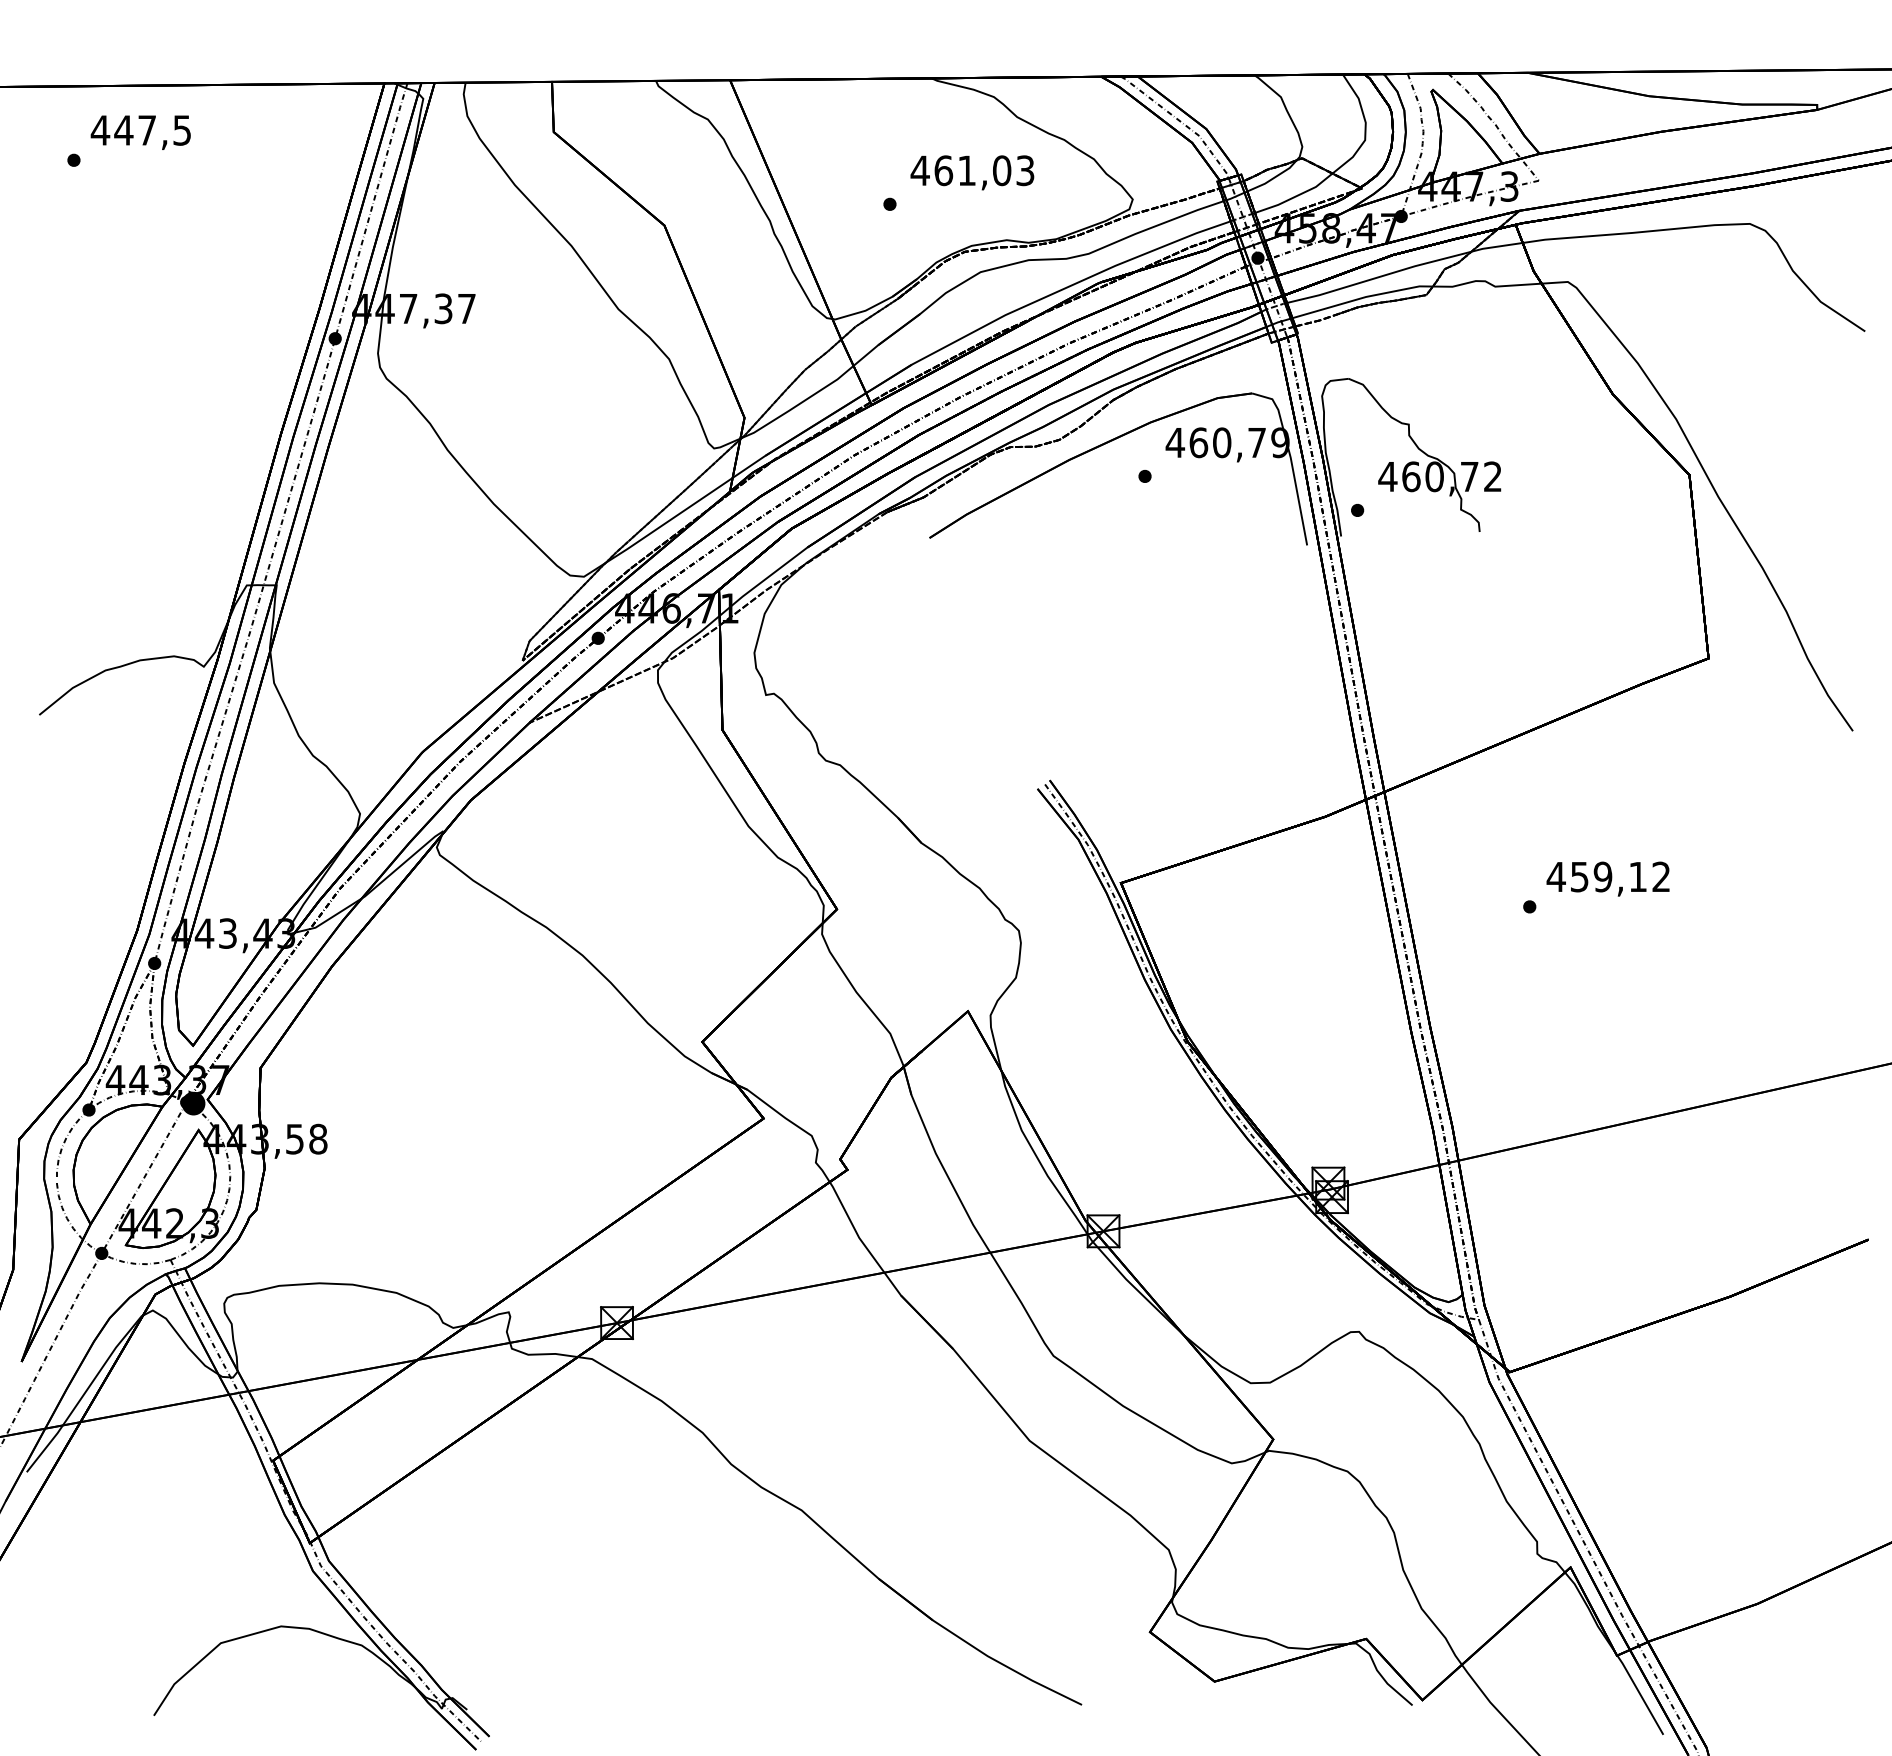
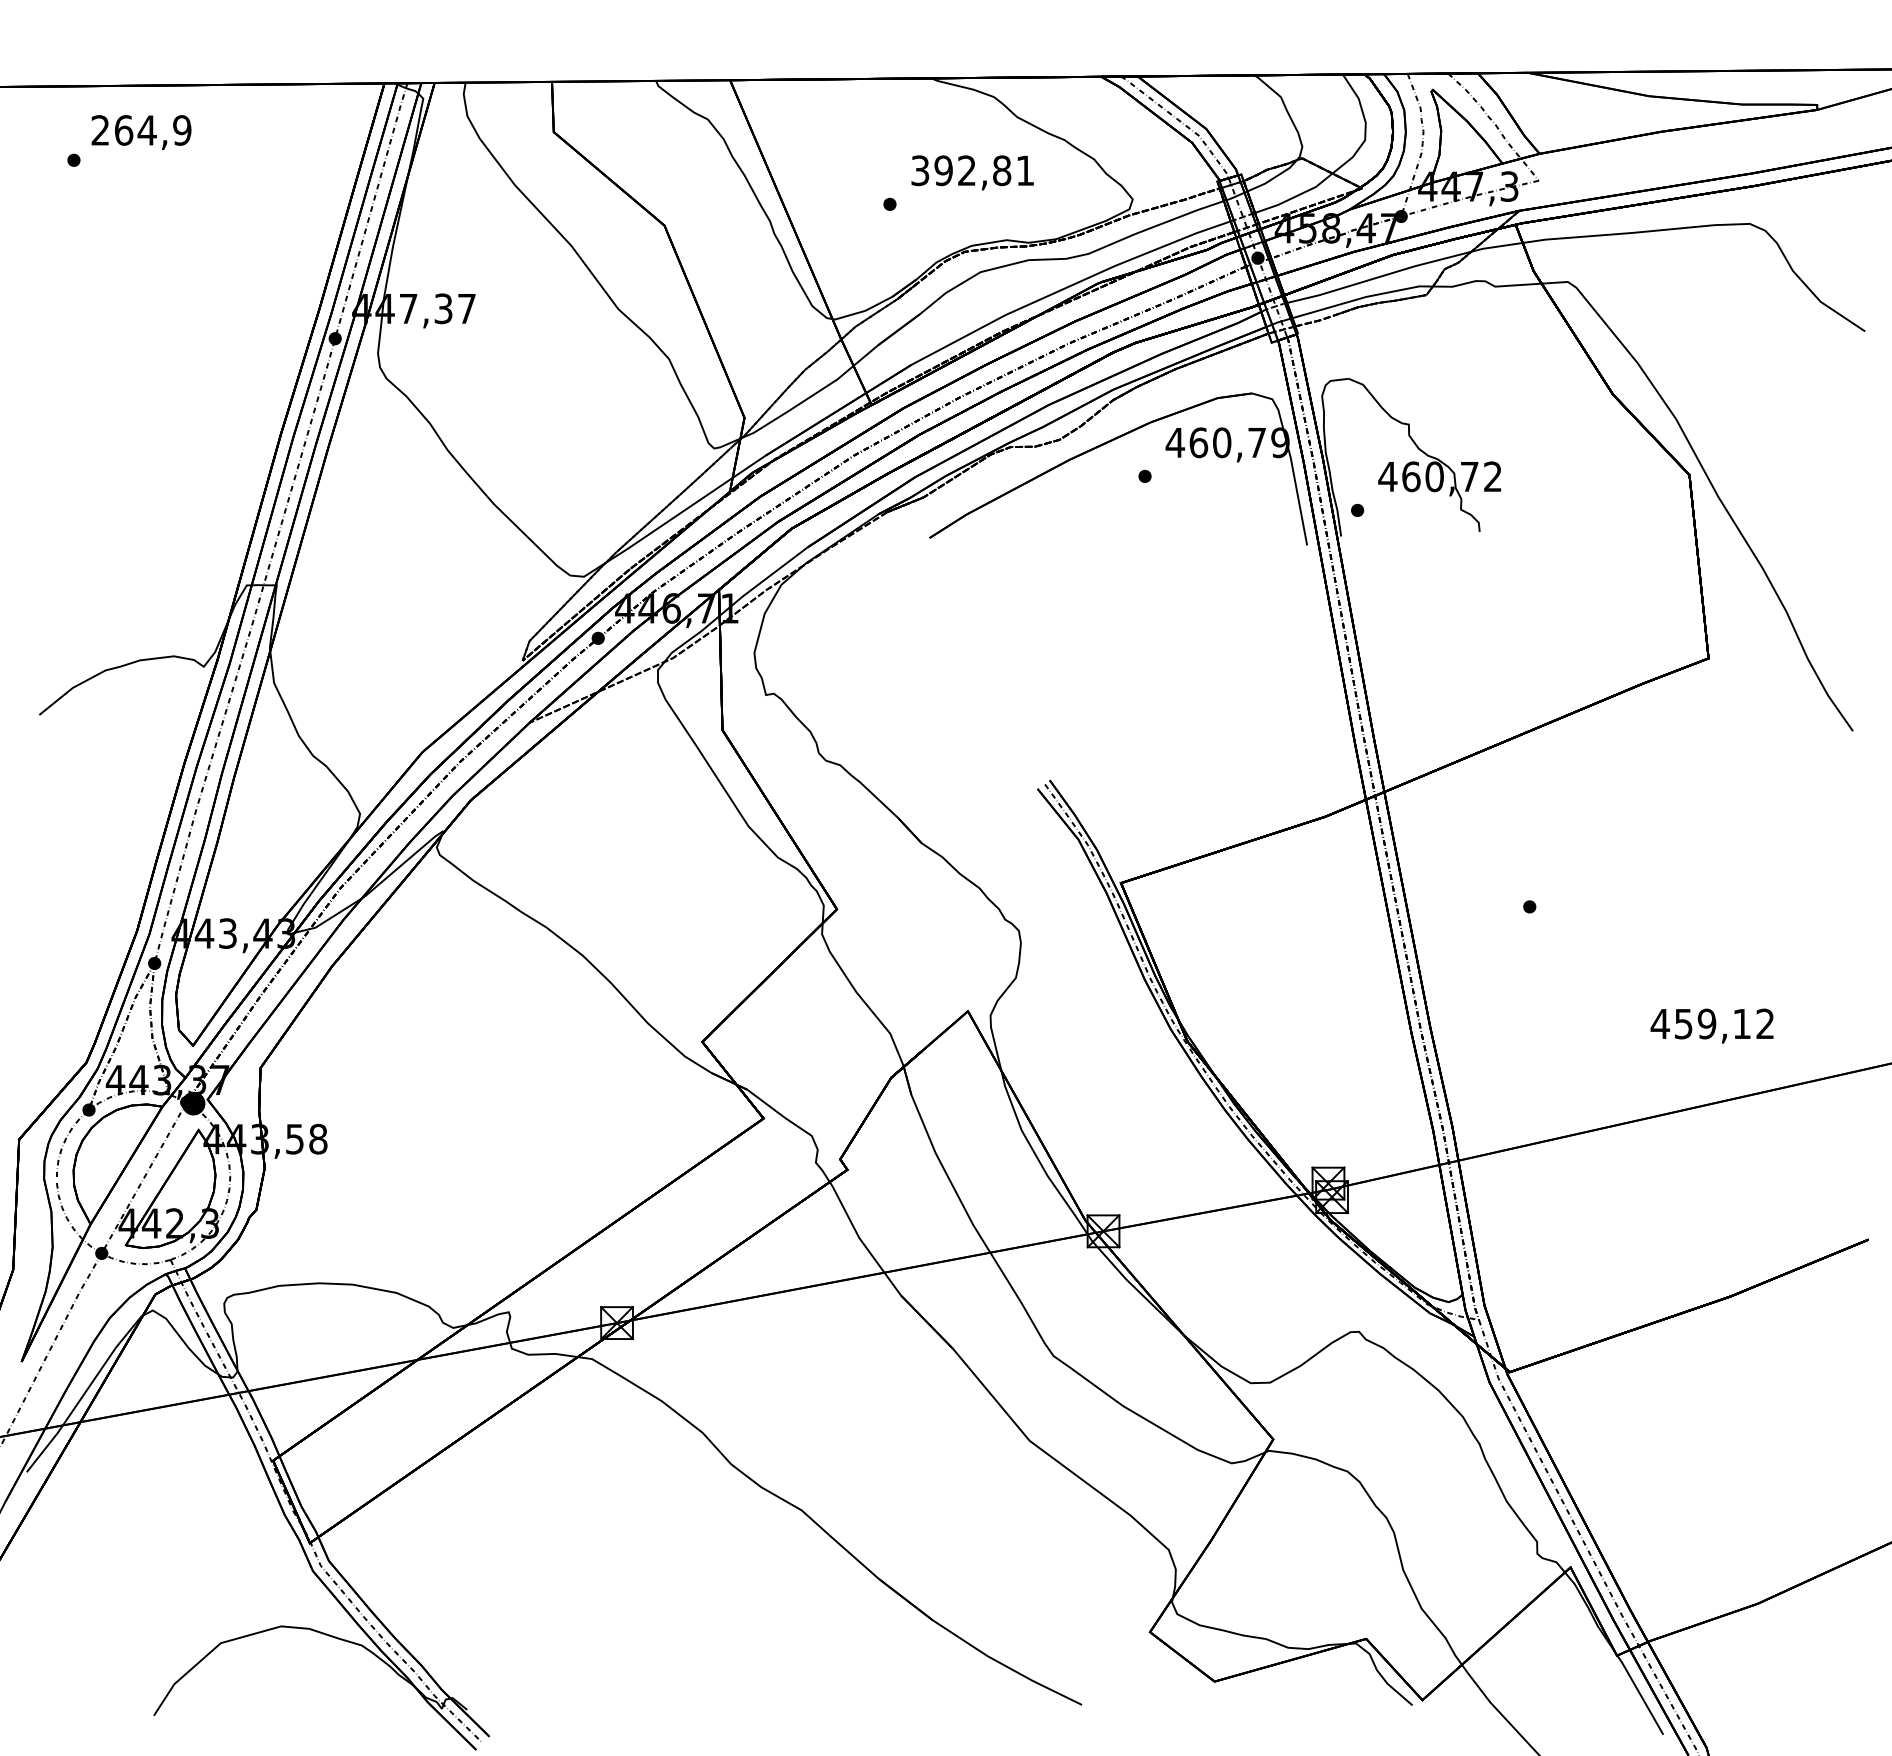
text at (140, 130): 447,5 -> 264,9
text at (972, 170): 461,03 -> 392,81
text at (1607, 878) position: (1607, 878) -> (1711, 1025)
